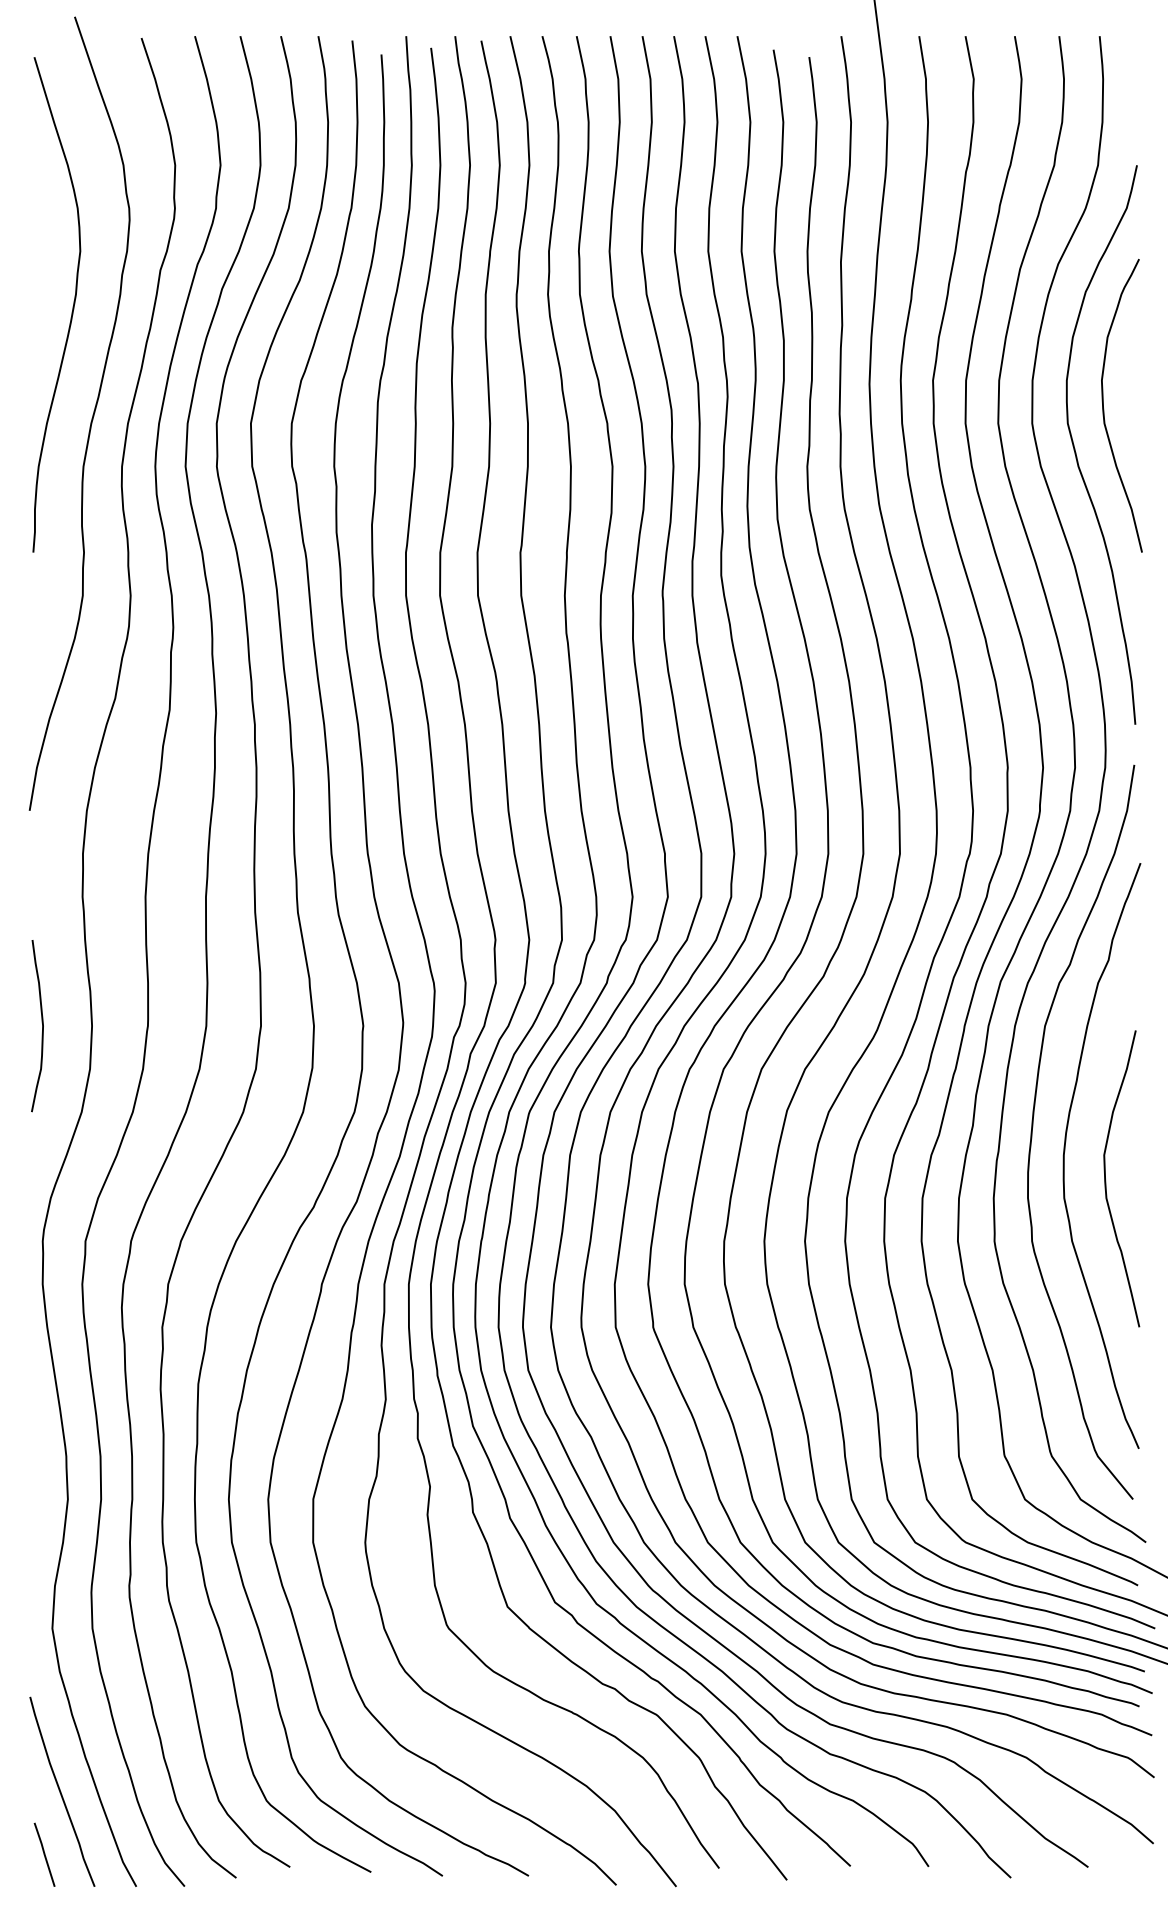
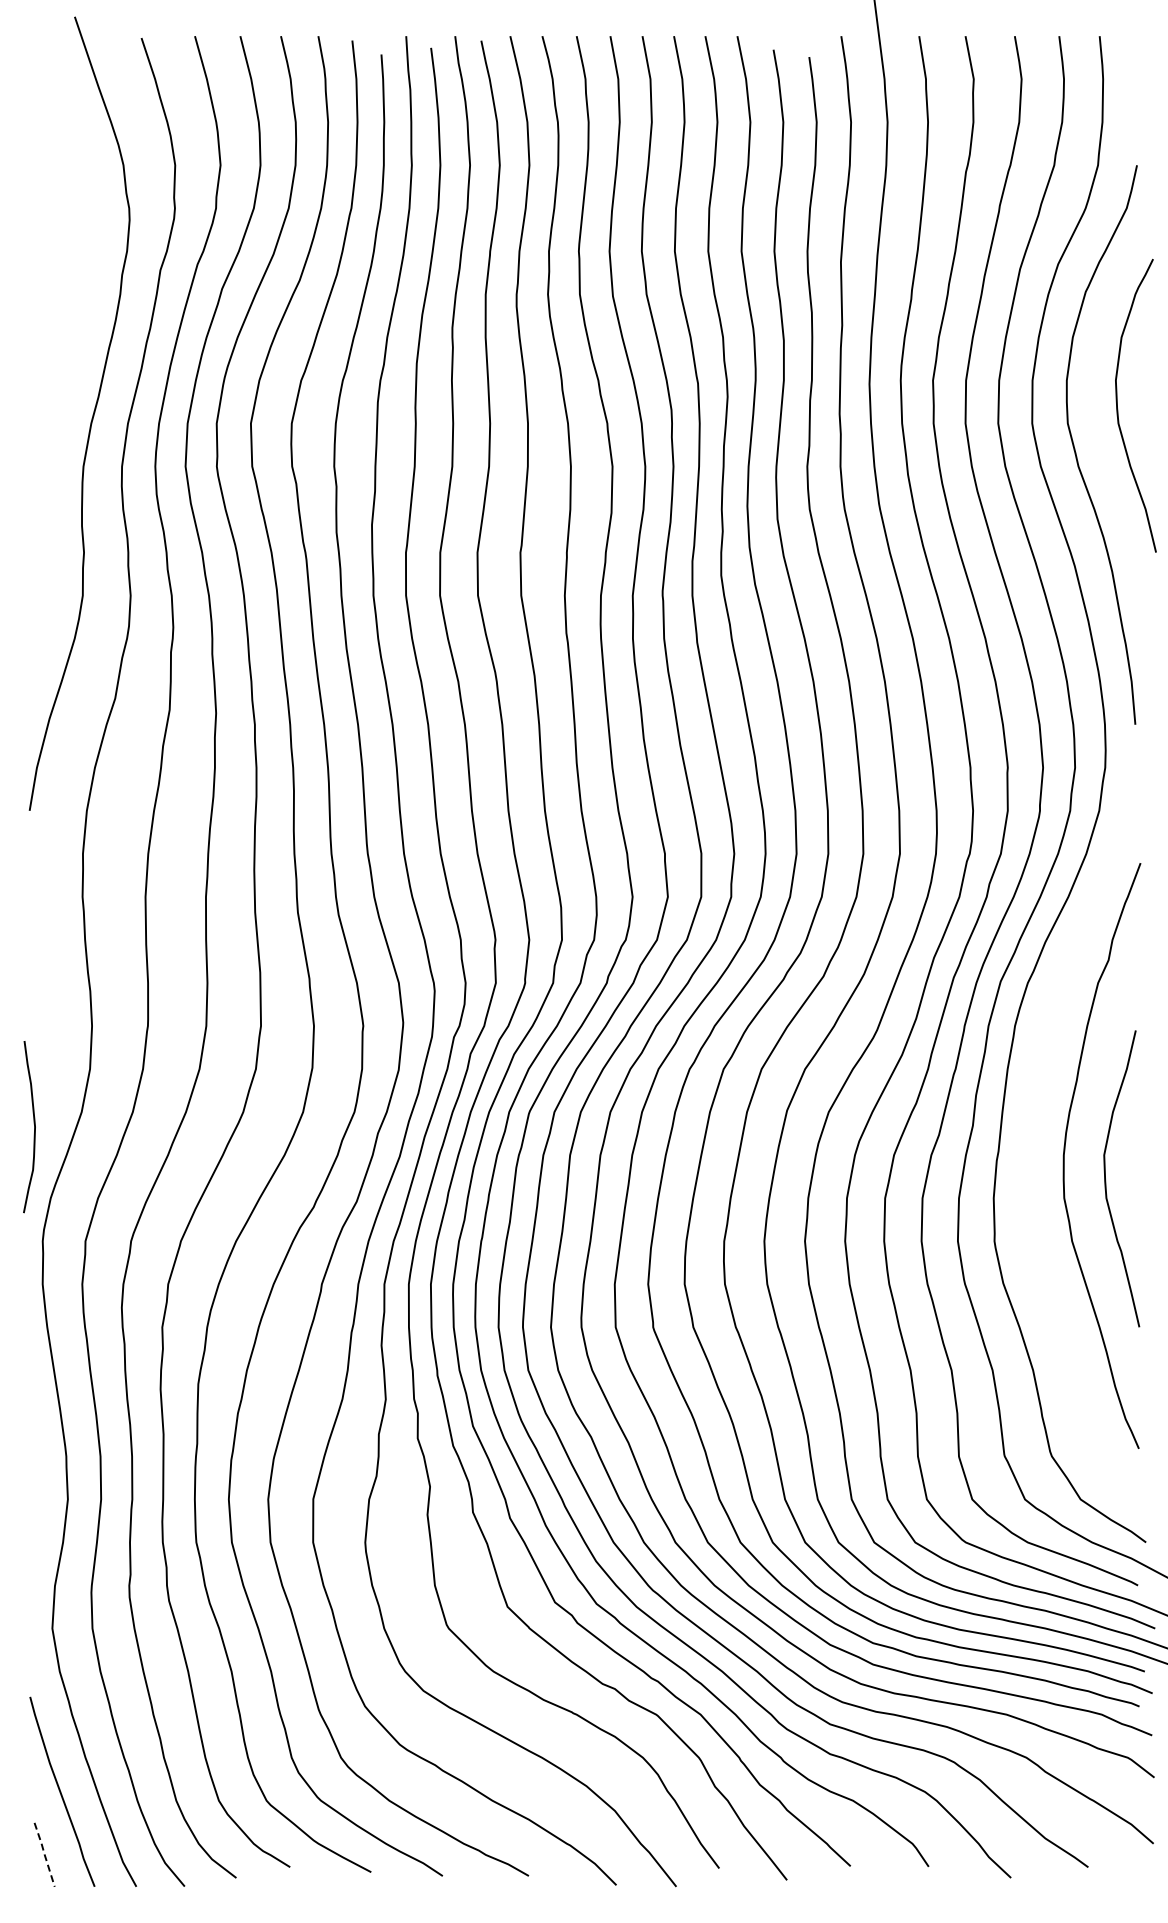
curve at (72, 306): present -> none
curve at (1104, 409) position: (1104, 409) -> (1118, 409)
curve at (42, 1026) position: (42, 1026) -> (34, 1127)
curve at (1033, 1127): present -> none
line at (44, 1854): solid -> dashed
